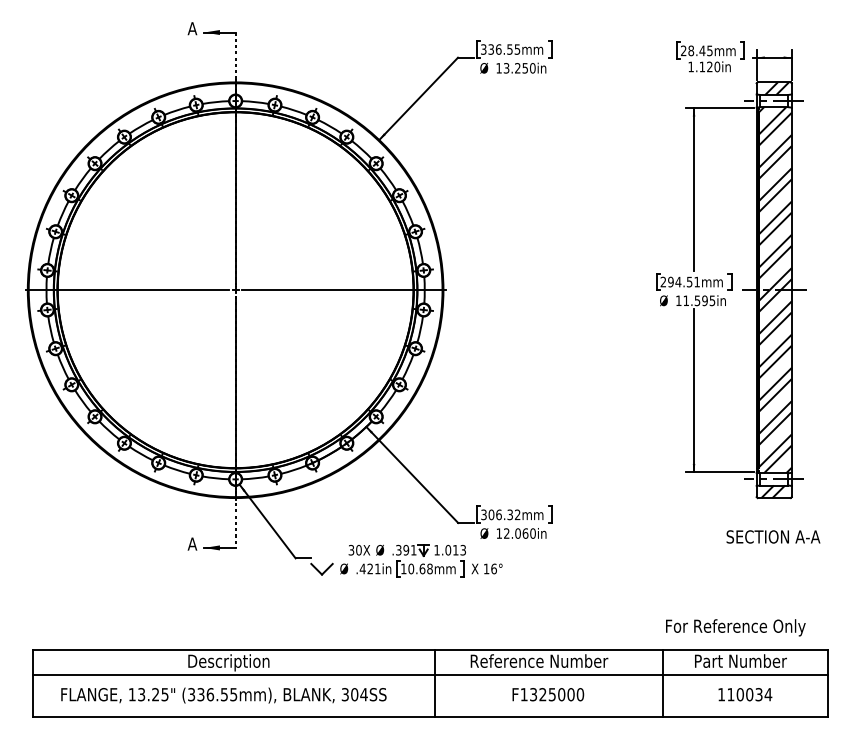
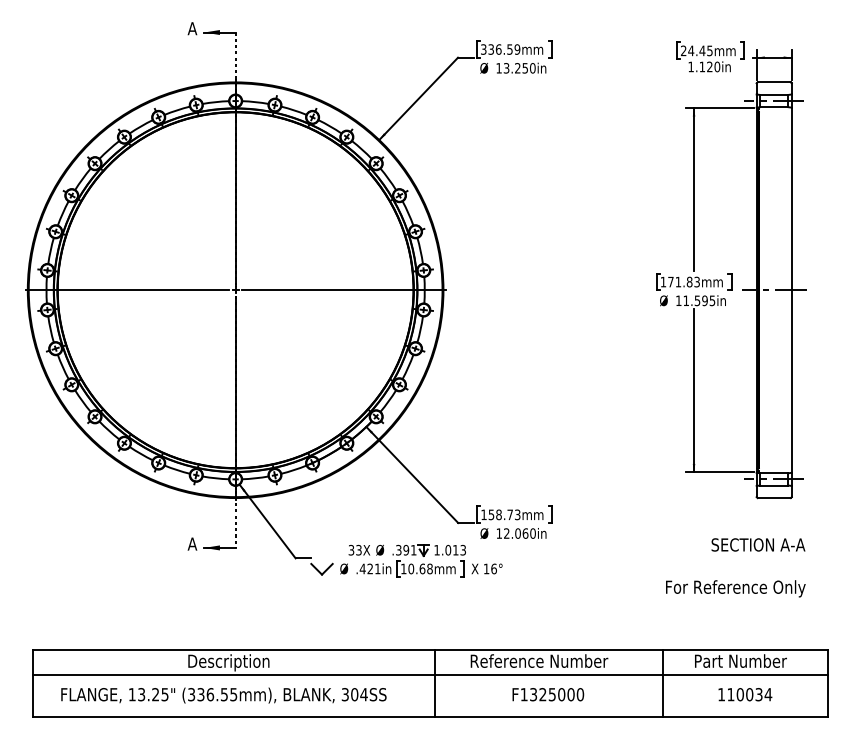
text at (517, 49): 336.55mm -> 336.59mm
text at (690, 50): 28.45mm -> 24.45mm
hatch at (776, 88): present -> none
text at (679, 281): 294.51mm -> 171.83mm
hatch at (774, 290): present -> none
hatch at (773, 491): present -> none
text at (500, 514): 306.32mm -> 158.73mm
text at (773, 536) position: (773, 536) -> (758, 544)
text at (358, 550): 30X -> 33X
text at (735, 627) position: (735, 627) -> (735, 588)
